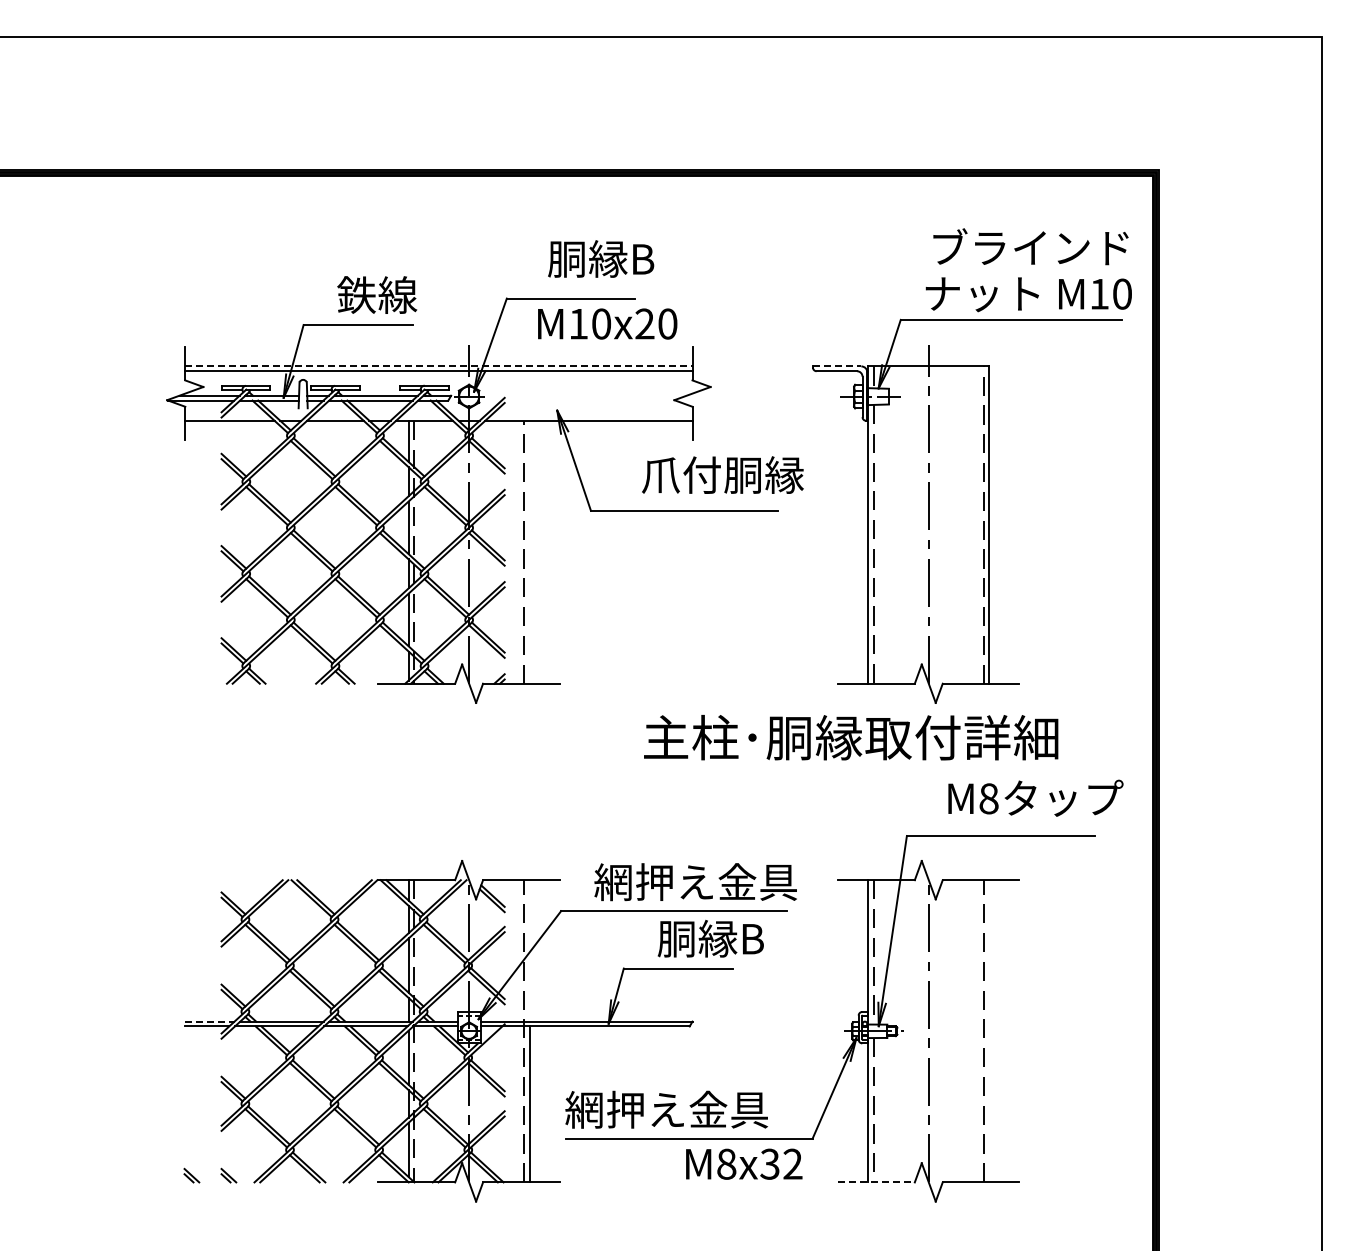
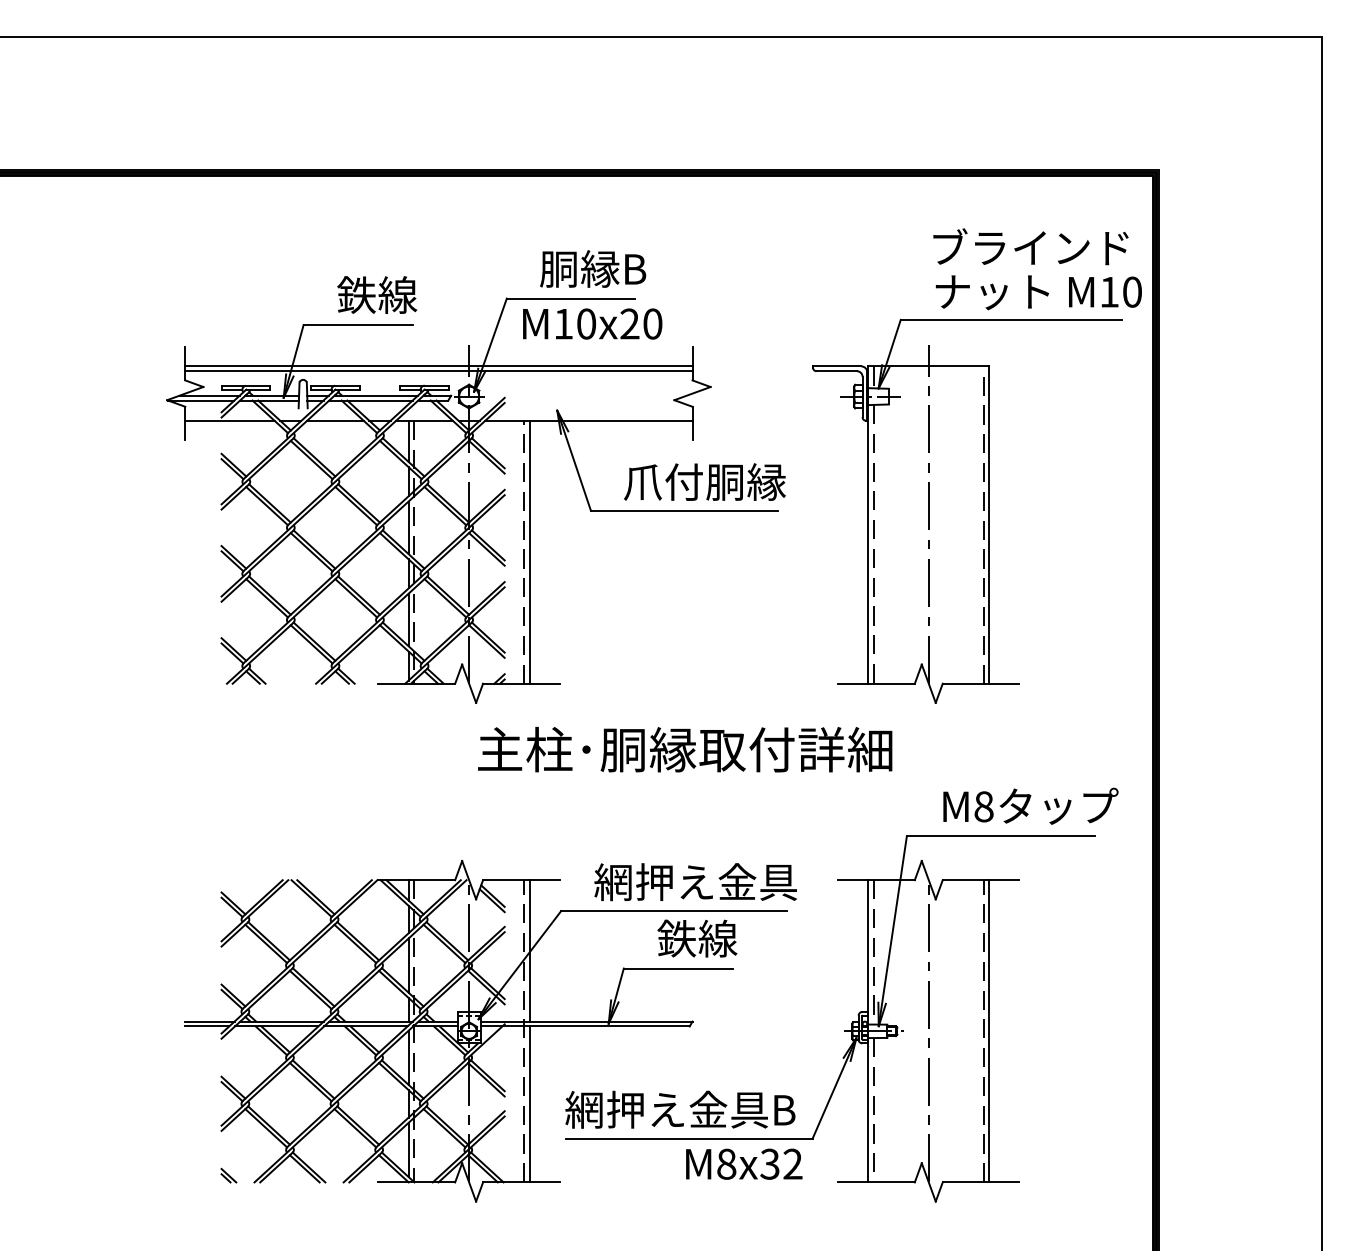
text at (601, 258) position: (601, 258) -> (593, 268)
text at (1028, 294) position: (1028, 294) -> (1038, 292)
text at (607, 323) position: (607, 323) -> (592, 323)
line at (438, 366): dashed -> solid
line at (837, 366): dashed -> solid
text at (722, 474) position: (722, 474) -> (704, 481)
line at (529, 551): none -> present
text at (851, 737) position: (851, 737) -> (685, 749)
text at (1035, 797) position: (1035, 797) -> (1030, 805)
text at (710, 938): 胴縁B -> 鉄線
line at (529, 950): none -> present
line at (209, 1021): dashed -> solid
line at (989, 1031): none -> present
text at (784, 1110): 網押え金具 -> 網押え金具B
part at (191, 1175): present -> none
line at (876, 1182): dashed -> solid
